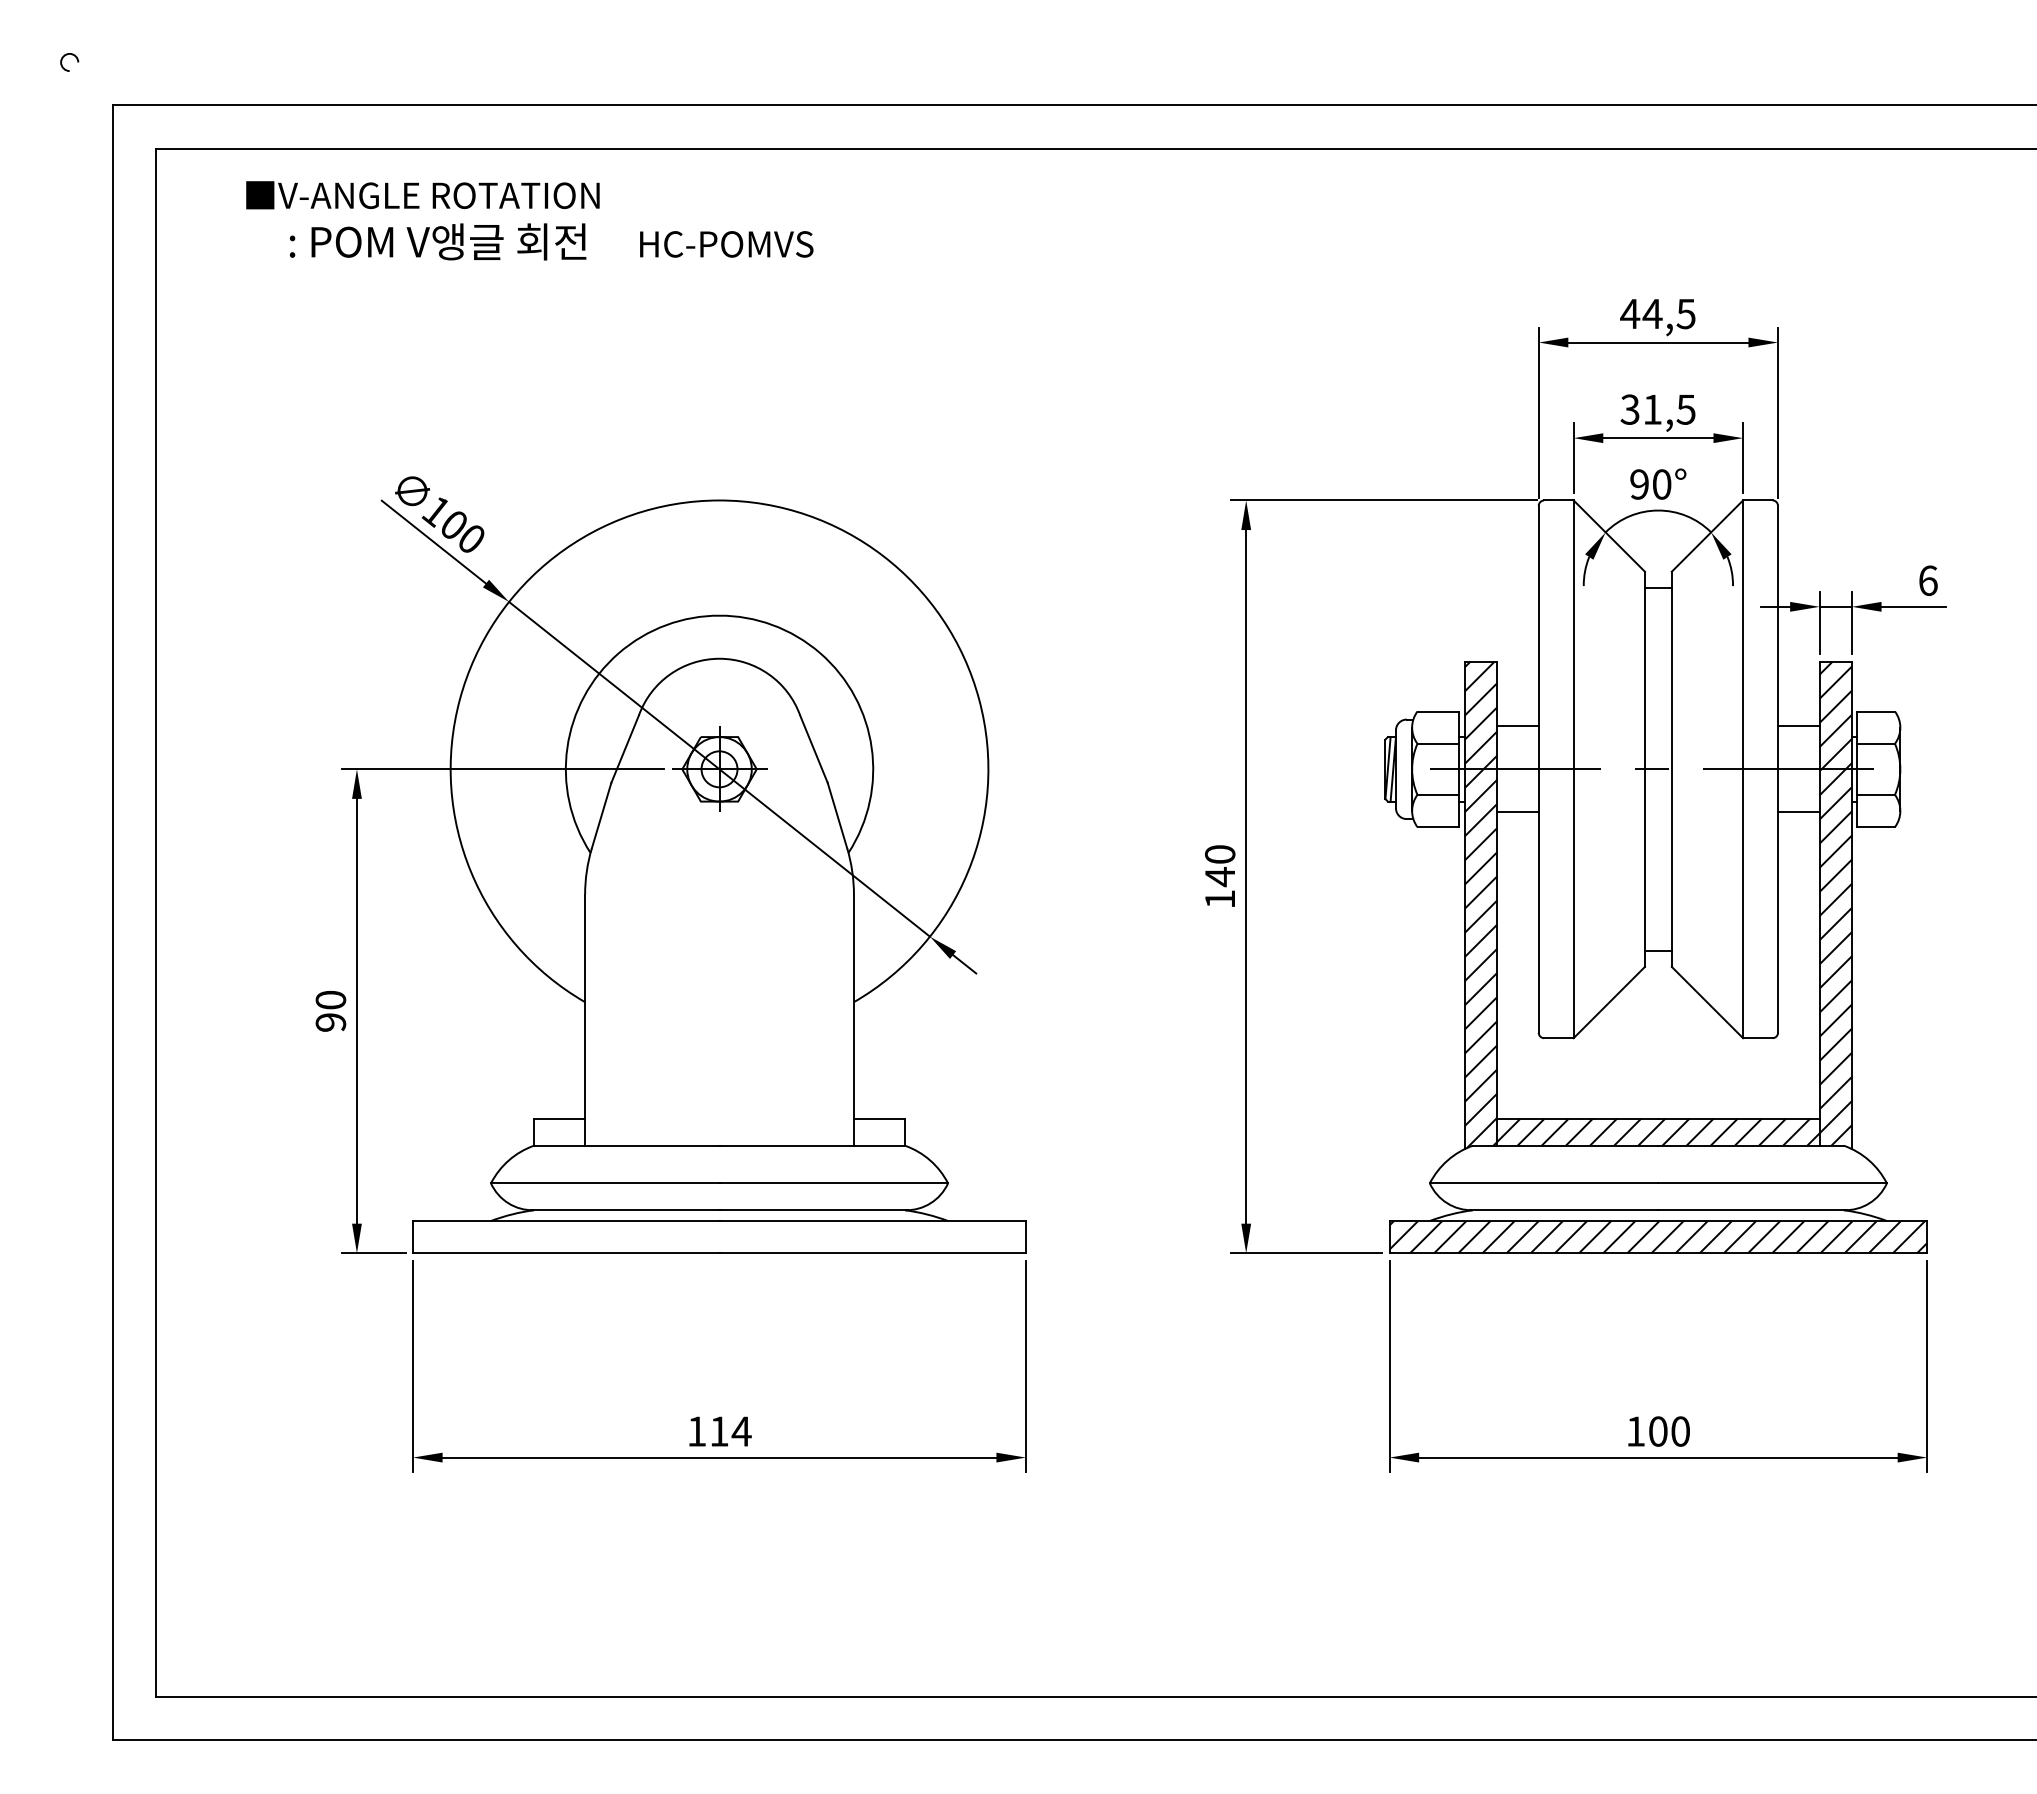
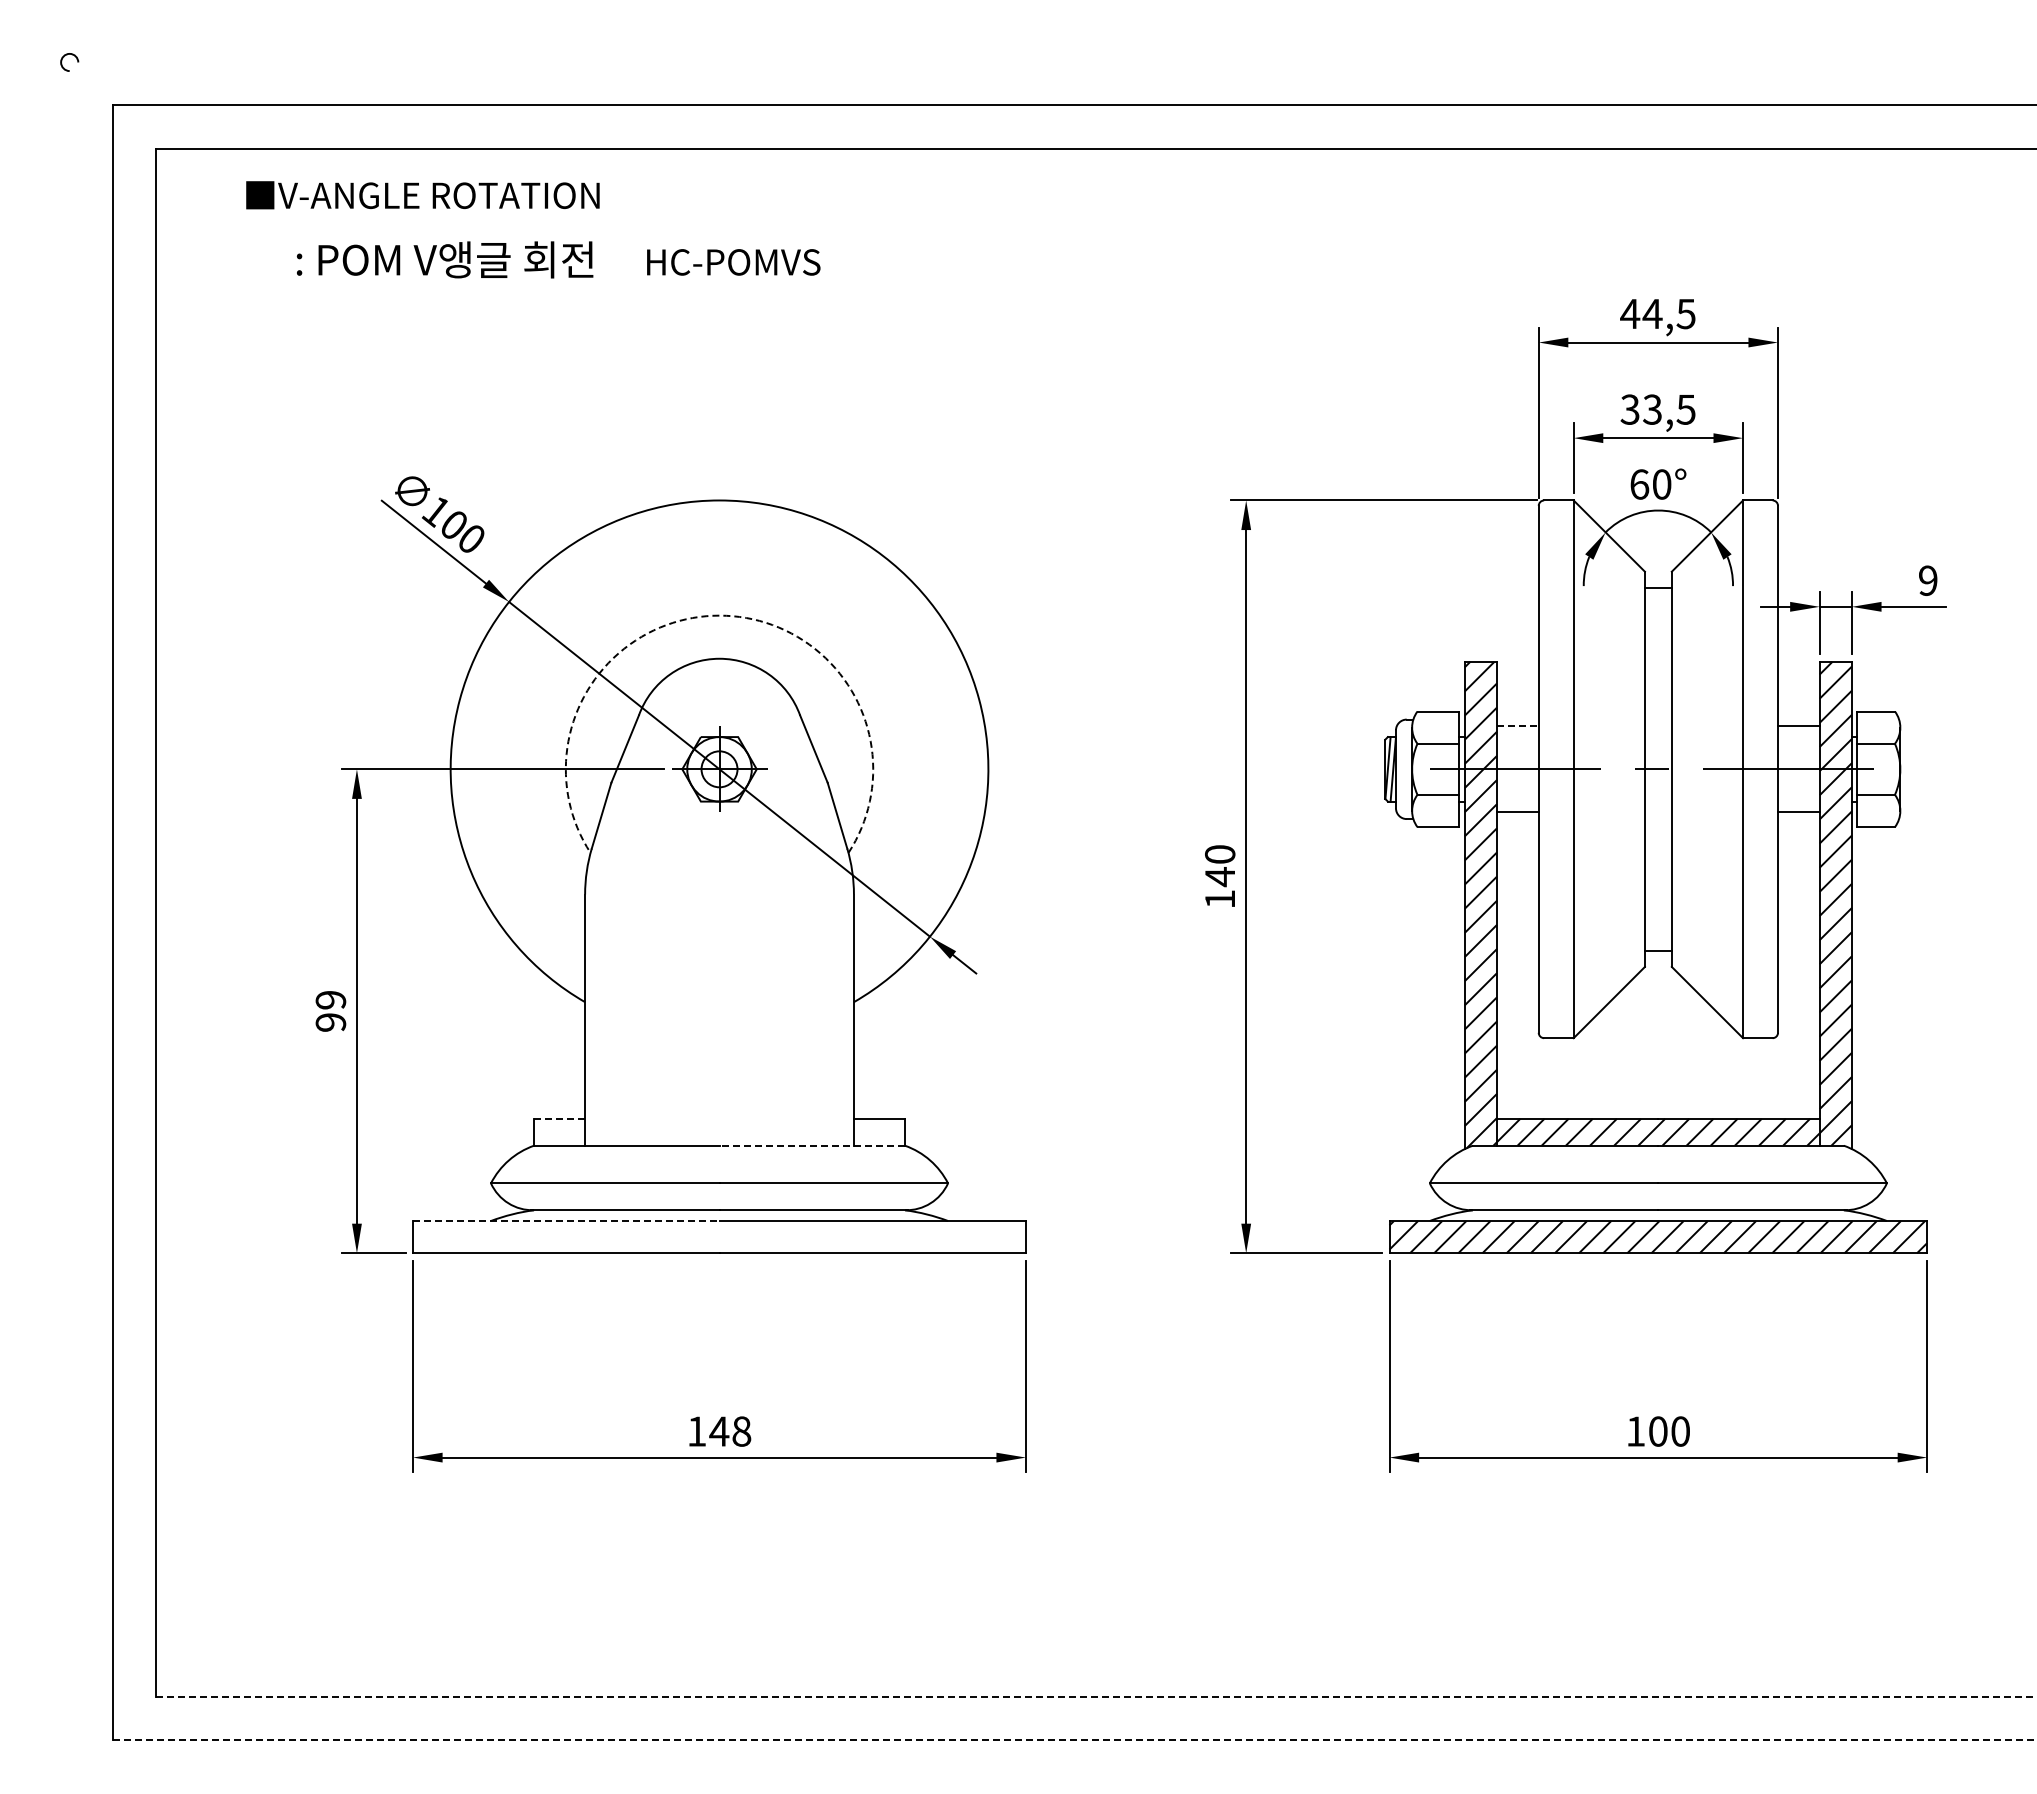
text at (551, 241) position: (551, 241) -> (558, 259)
text at (1652, 409): 31,5 -> 33,5
text at (1639, 484): 90° -> 60°
text at (1928, 580): 6 -> 9
arc at (719, 615): solid -> dashed
line at (1517, 726): solid -> dashed
text at (330, 999): 90 -> 99
line at (559, 1118): solid -> dashed
line at (812, 1145): solid -> dashed
line at (566, 1221): solid -> dashed
text at (730, 1431): 114 -> 148
line at (1096, 1697): solid -> dashed
line at (1074, 1740): solid -> dashed
